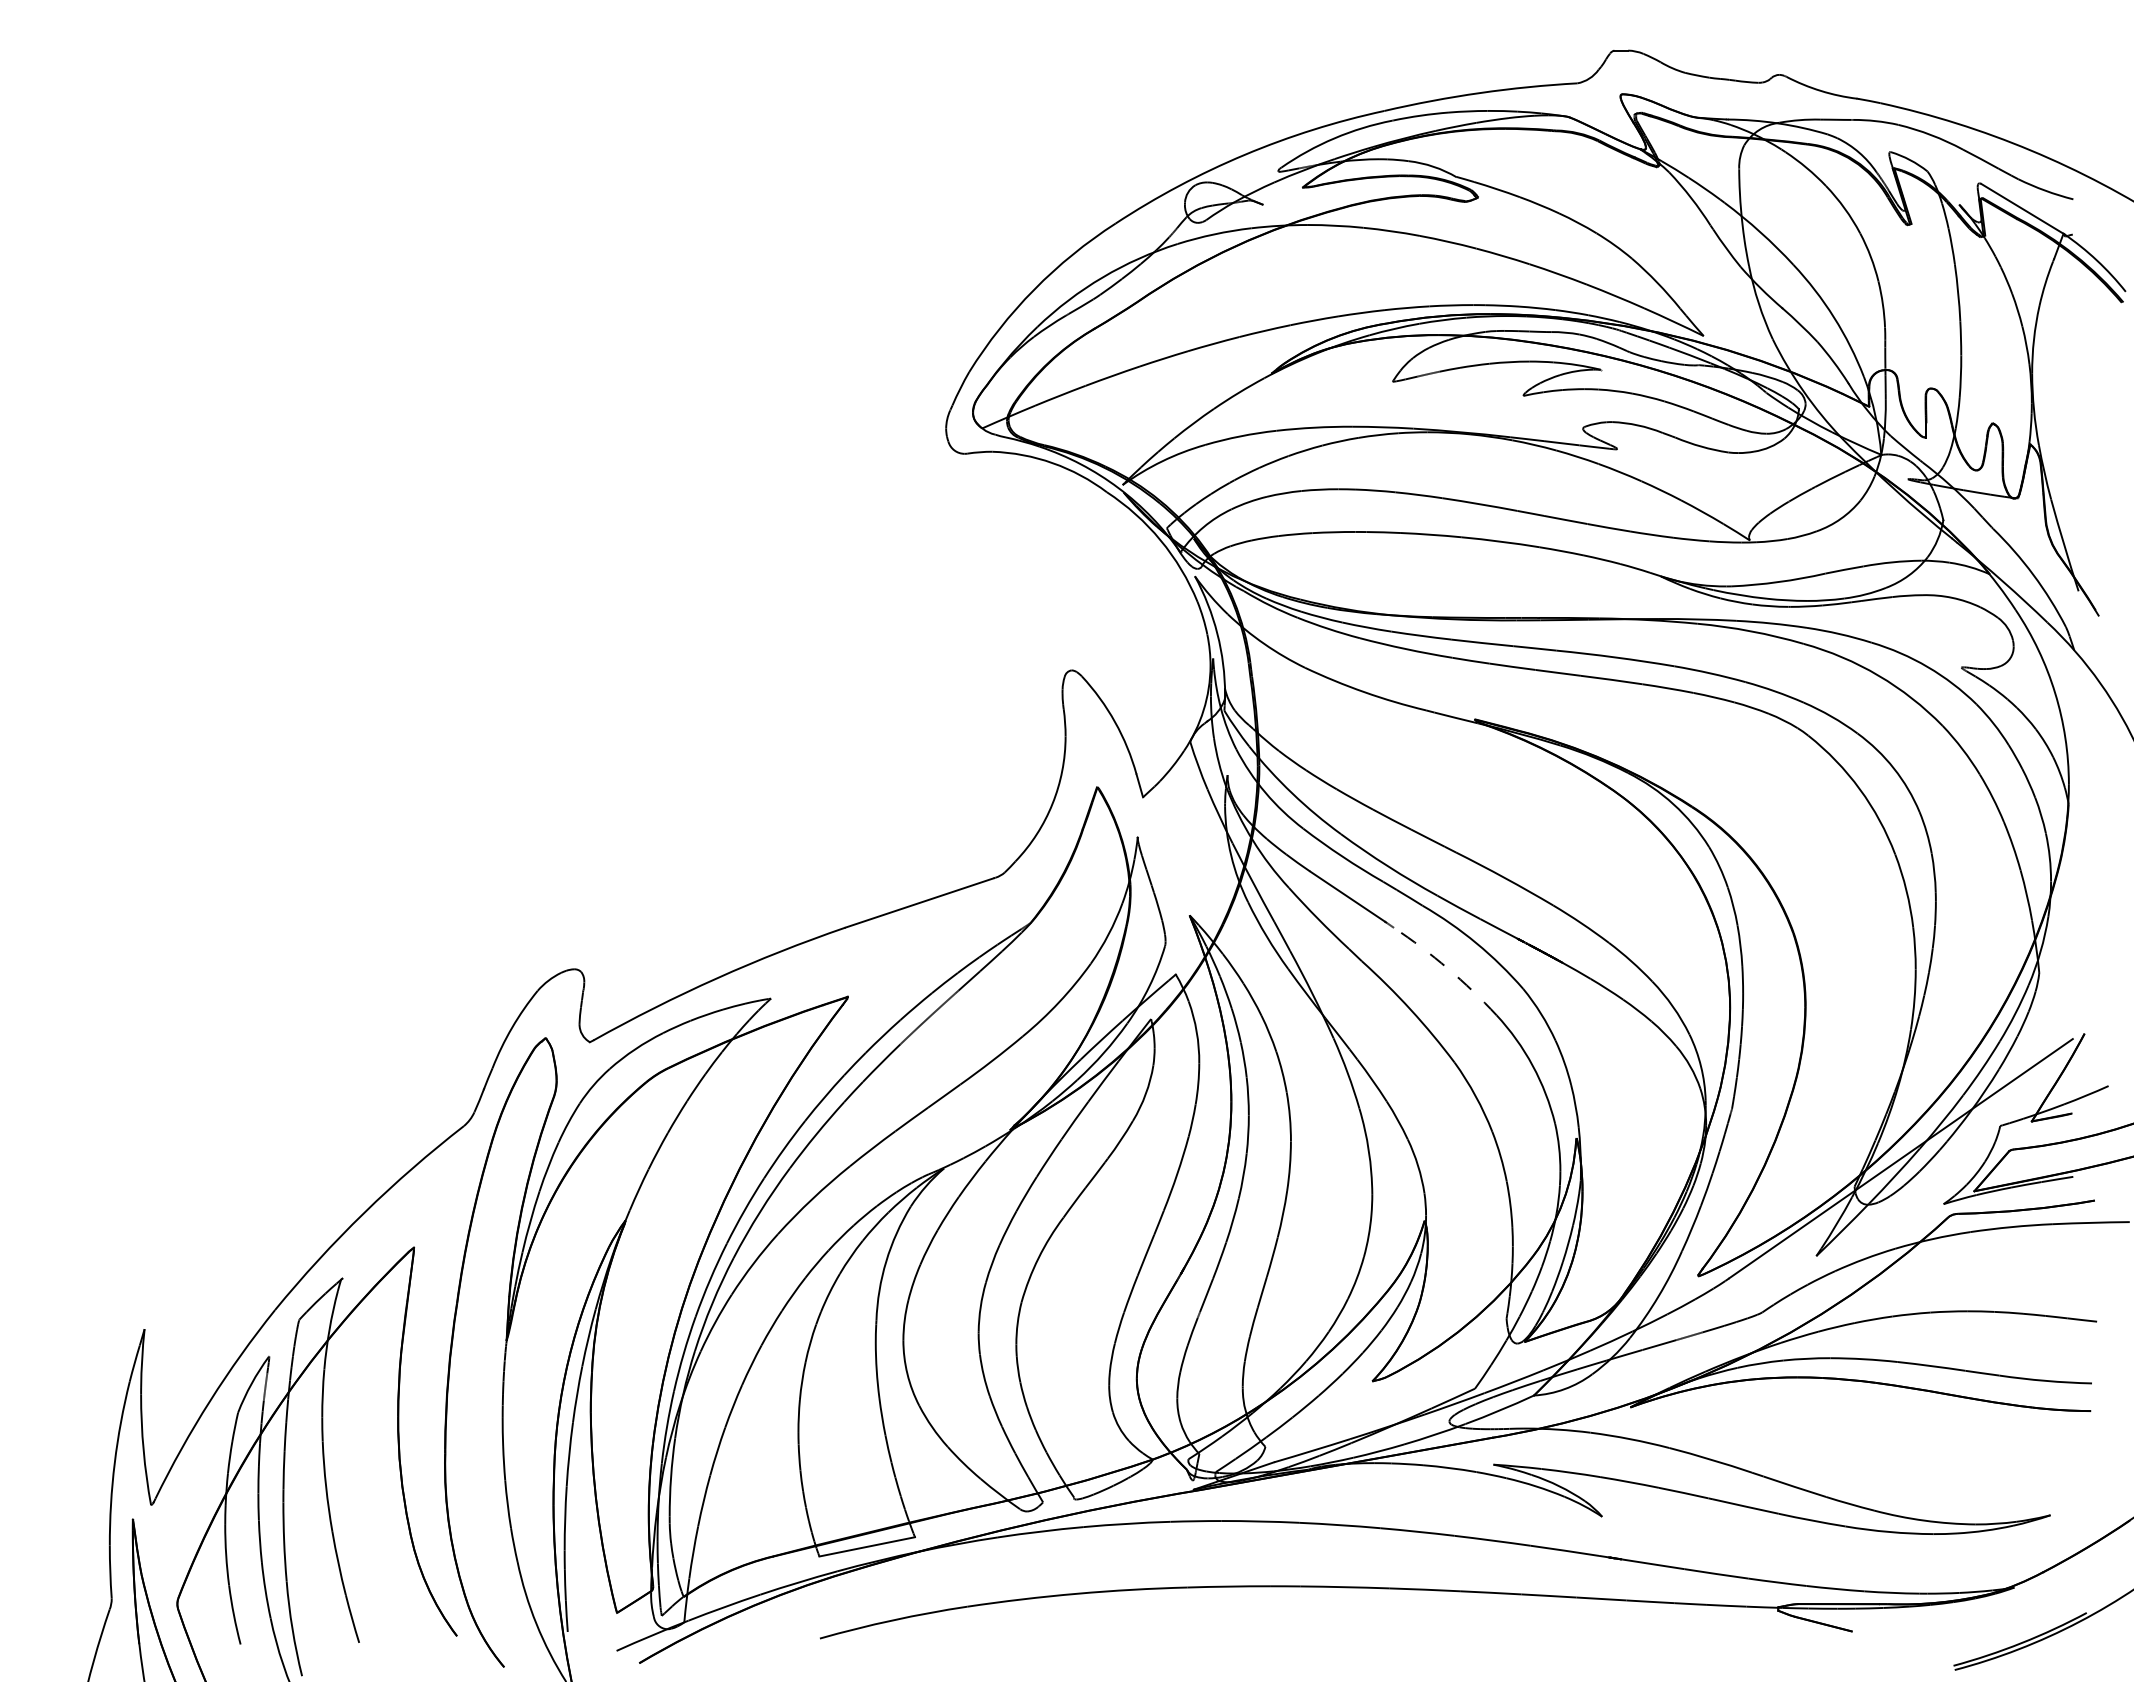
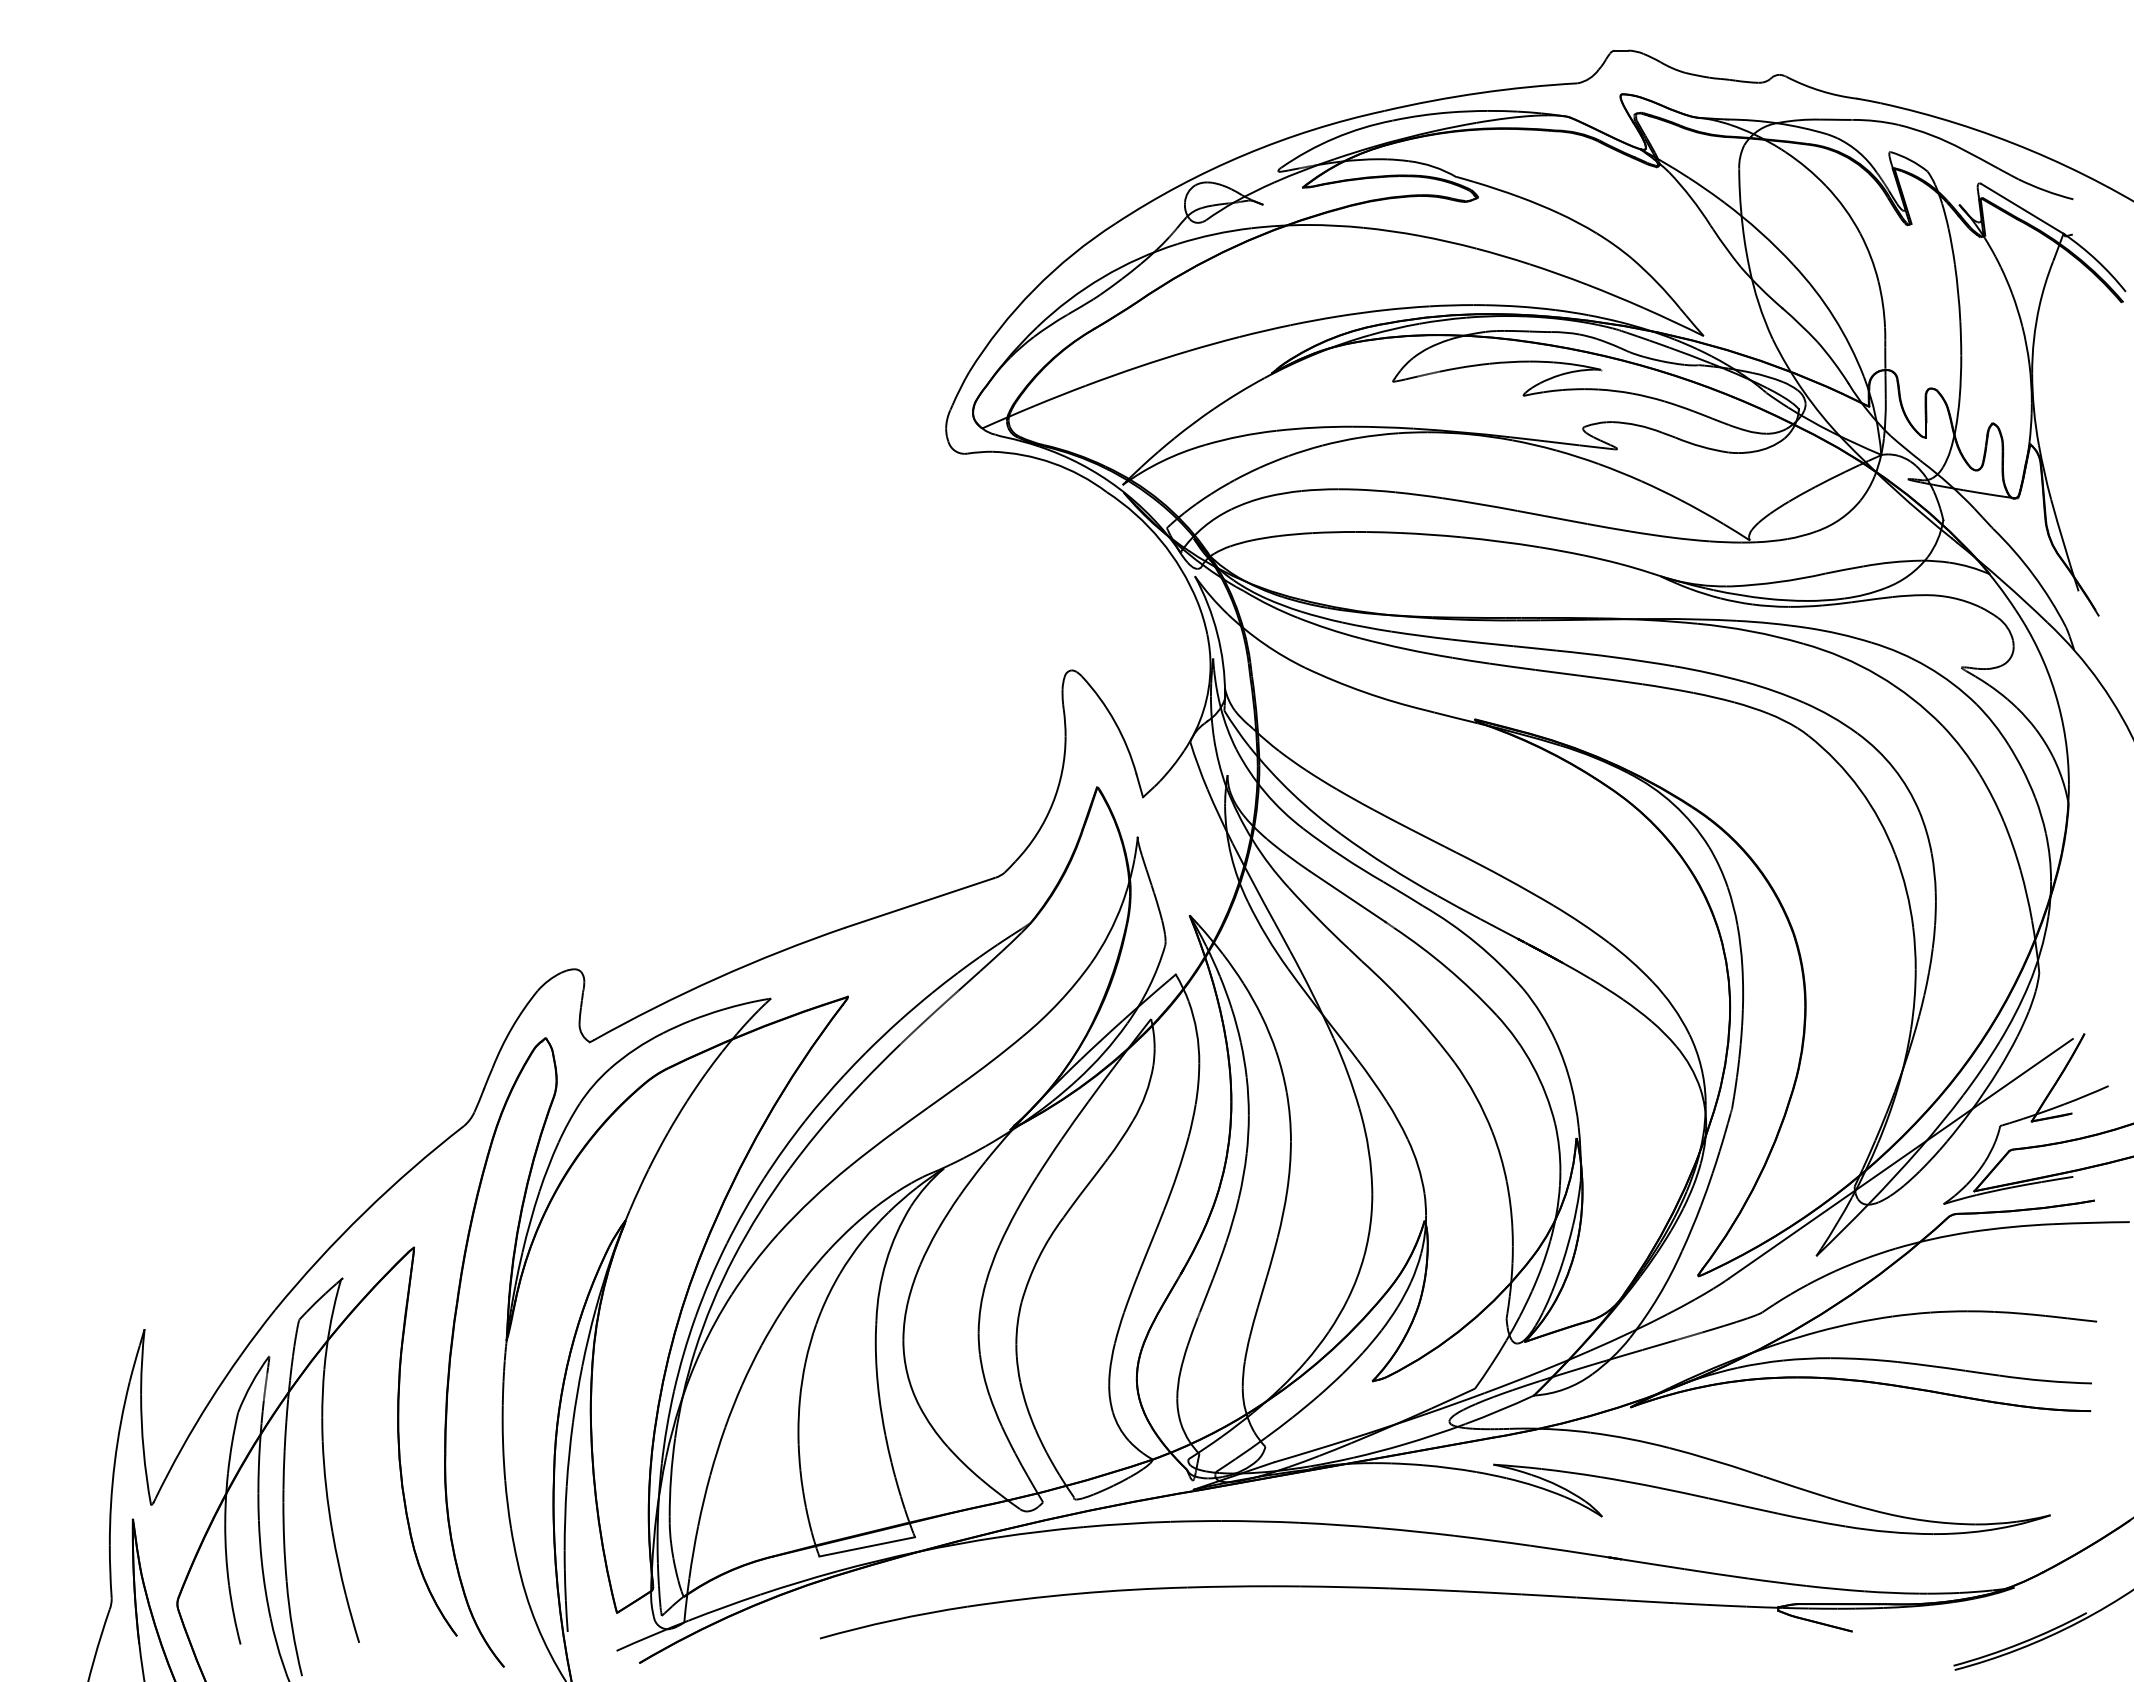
arc at (1447, 968): dashed -> solid
